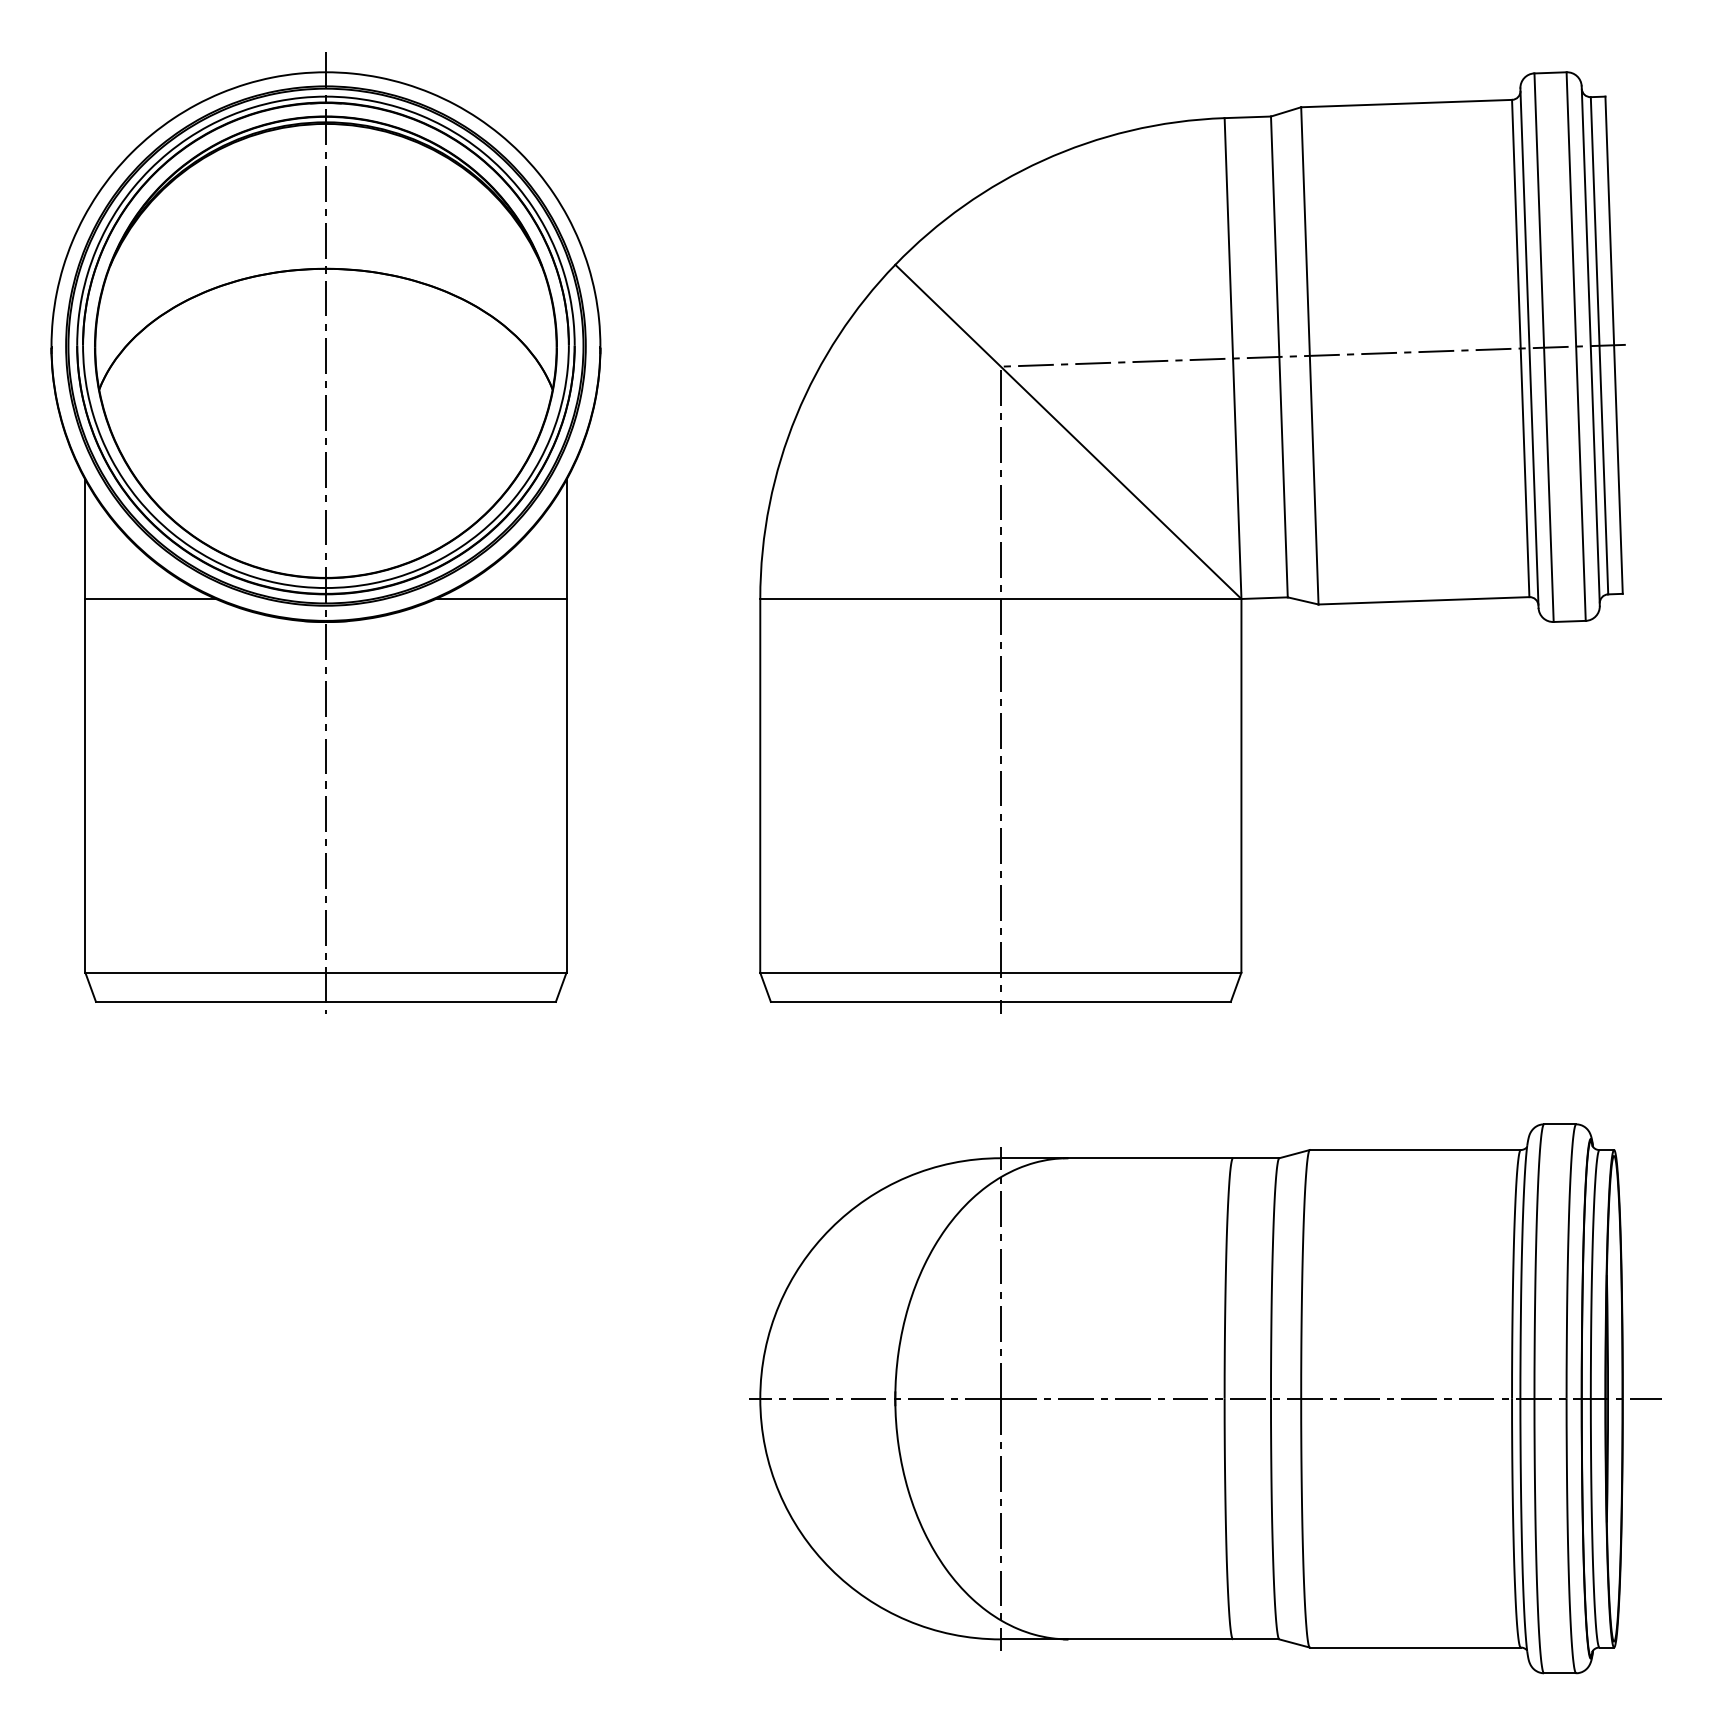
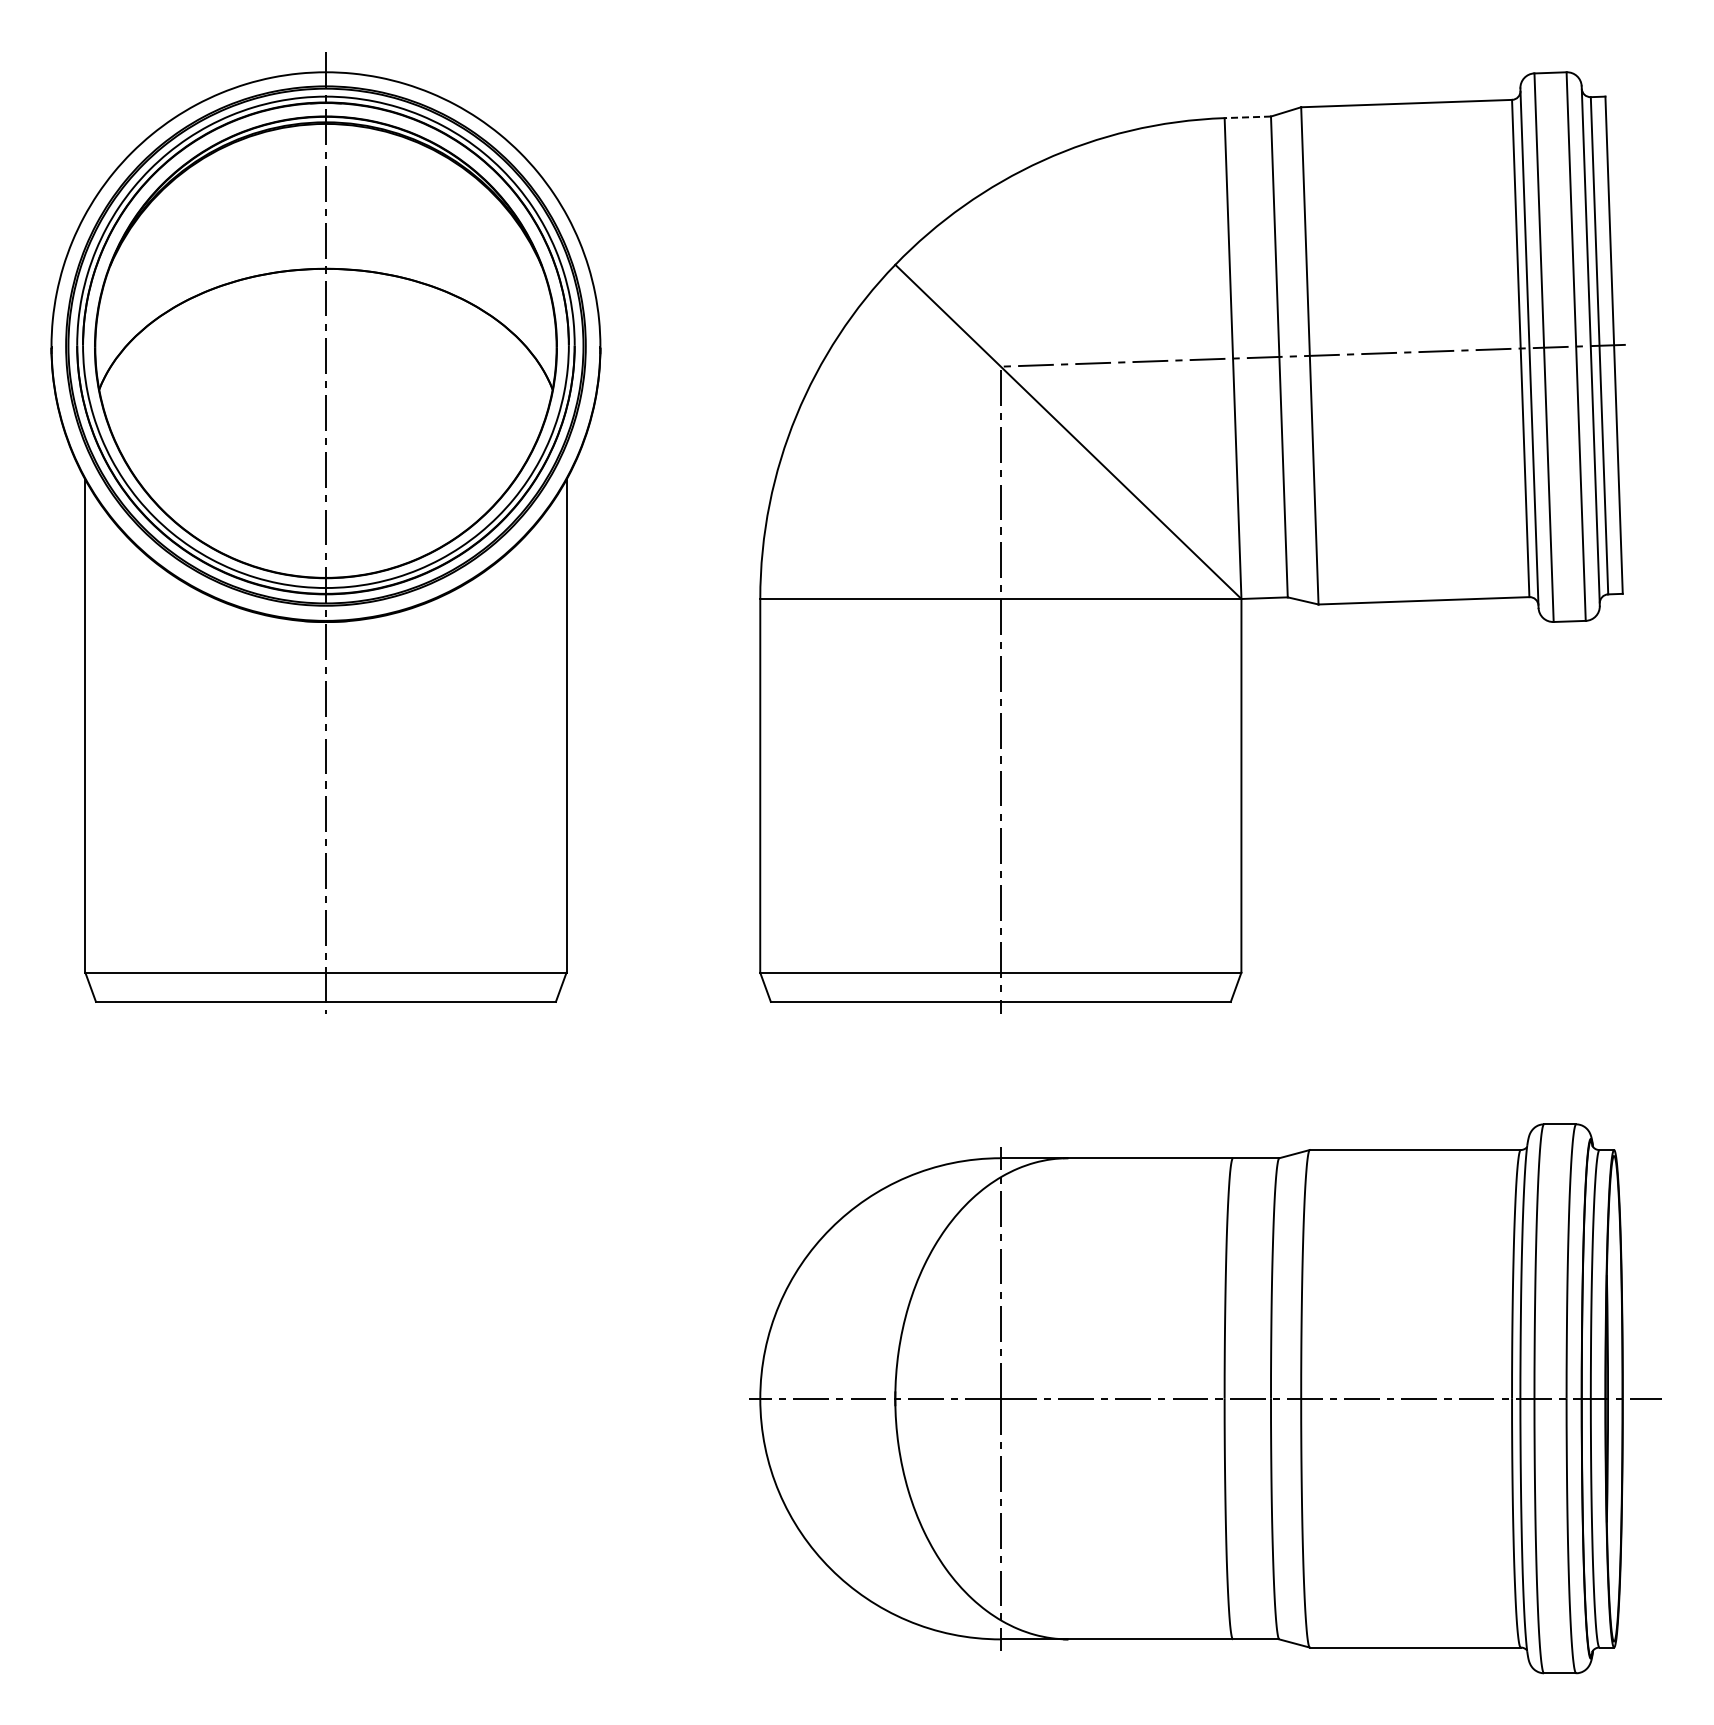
line at (1247, 117): solid -> dashed
line at (150, 599): present -> none
line at (500, 599): present -> none
